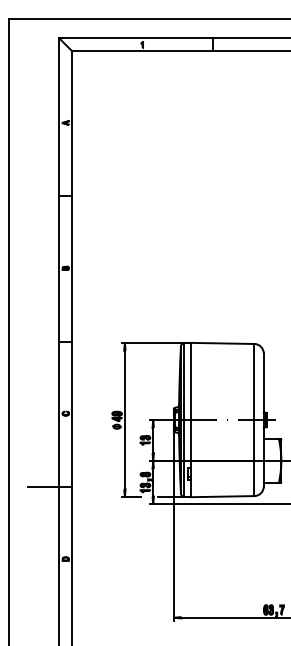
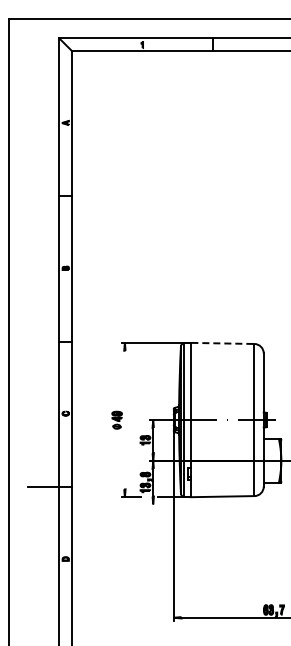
line at (222, 343): solid -> dashed
line at (124, 419): present -> none
line at (218, 504): present -> none
